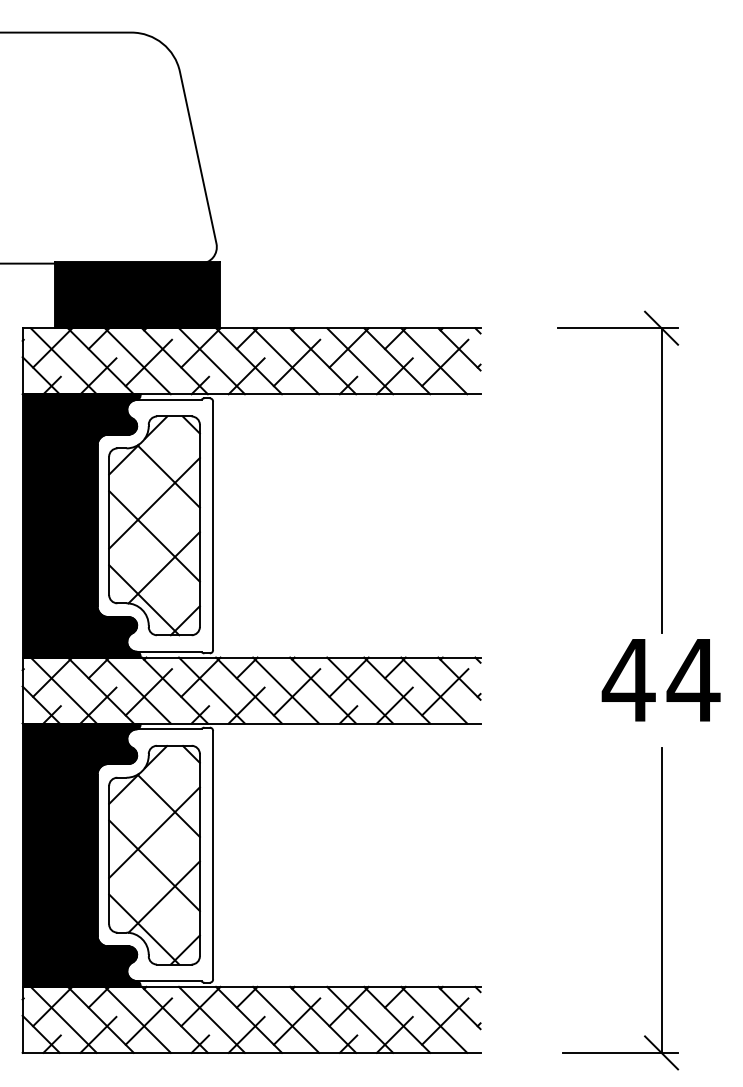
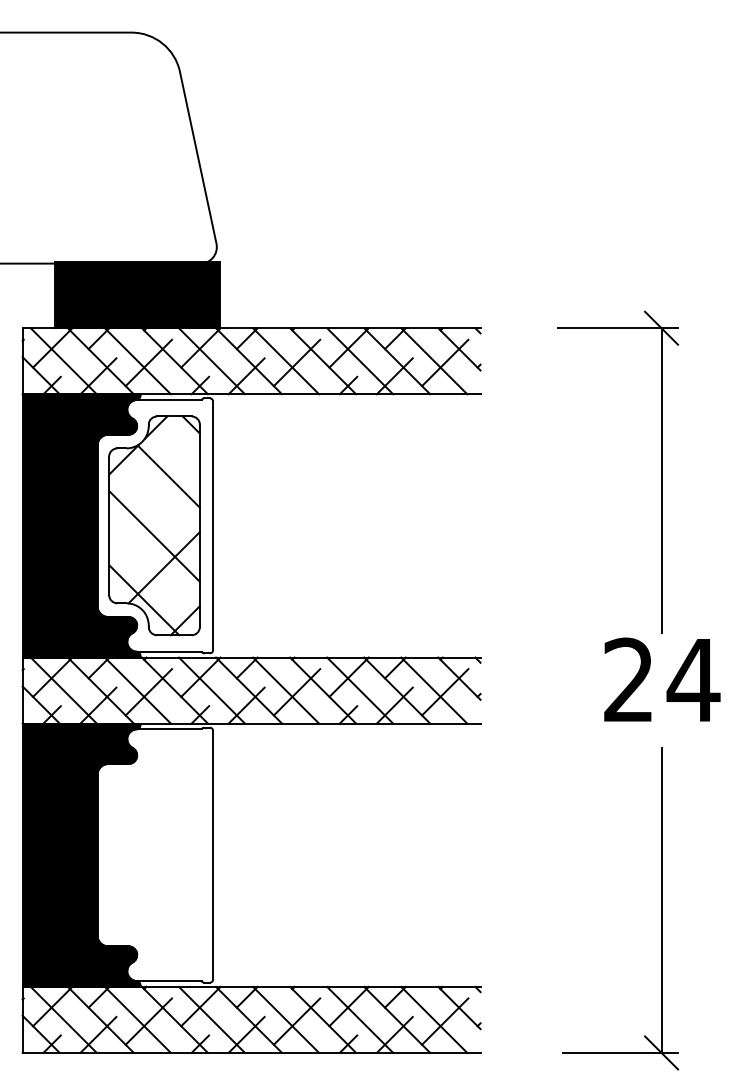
line at (154, 503): present -> none
text at (628, 679): 44 -> 24
part at (154, 855): present -> none
